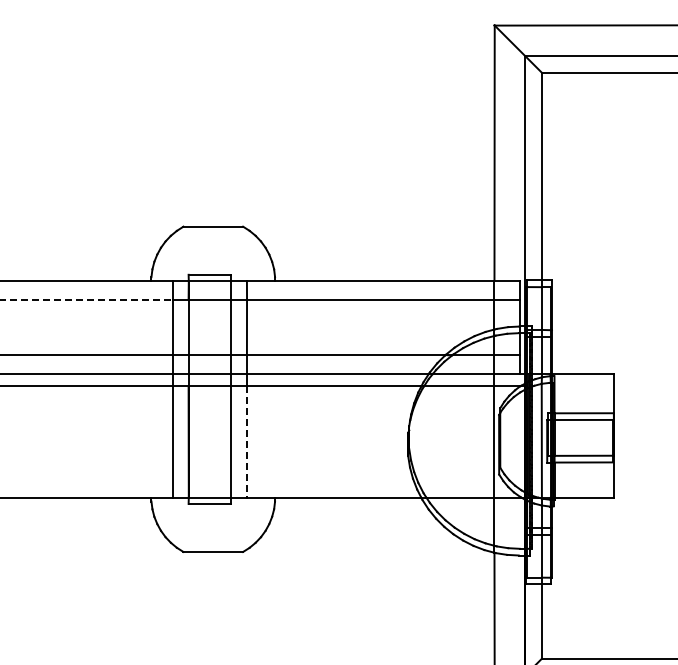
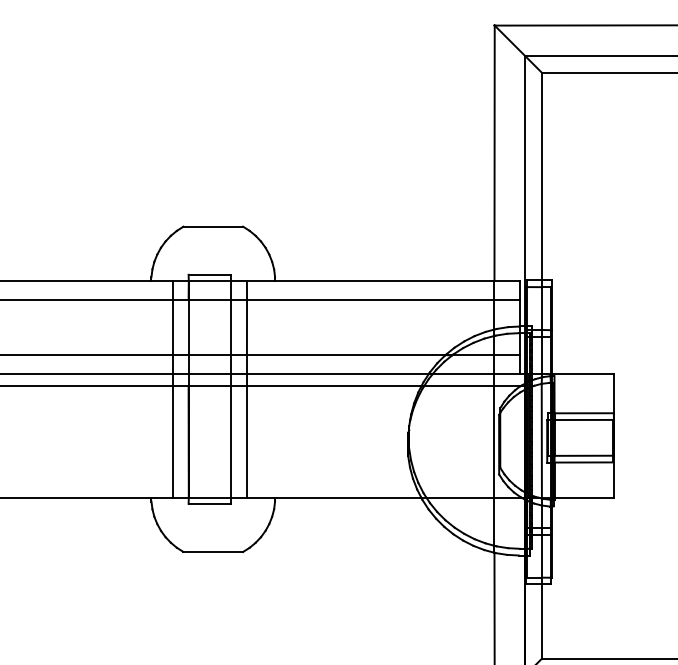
line at (86, 299): dashed -> solid
line at (246, 441): dashed -> solid
